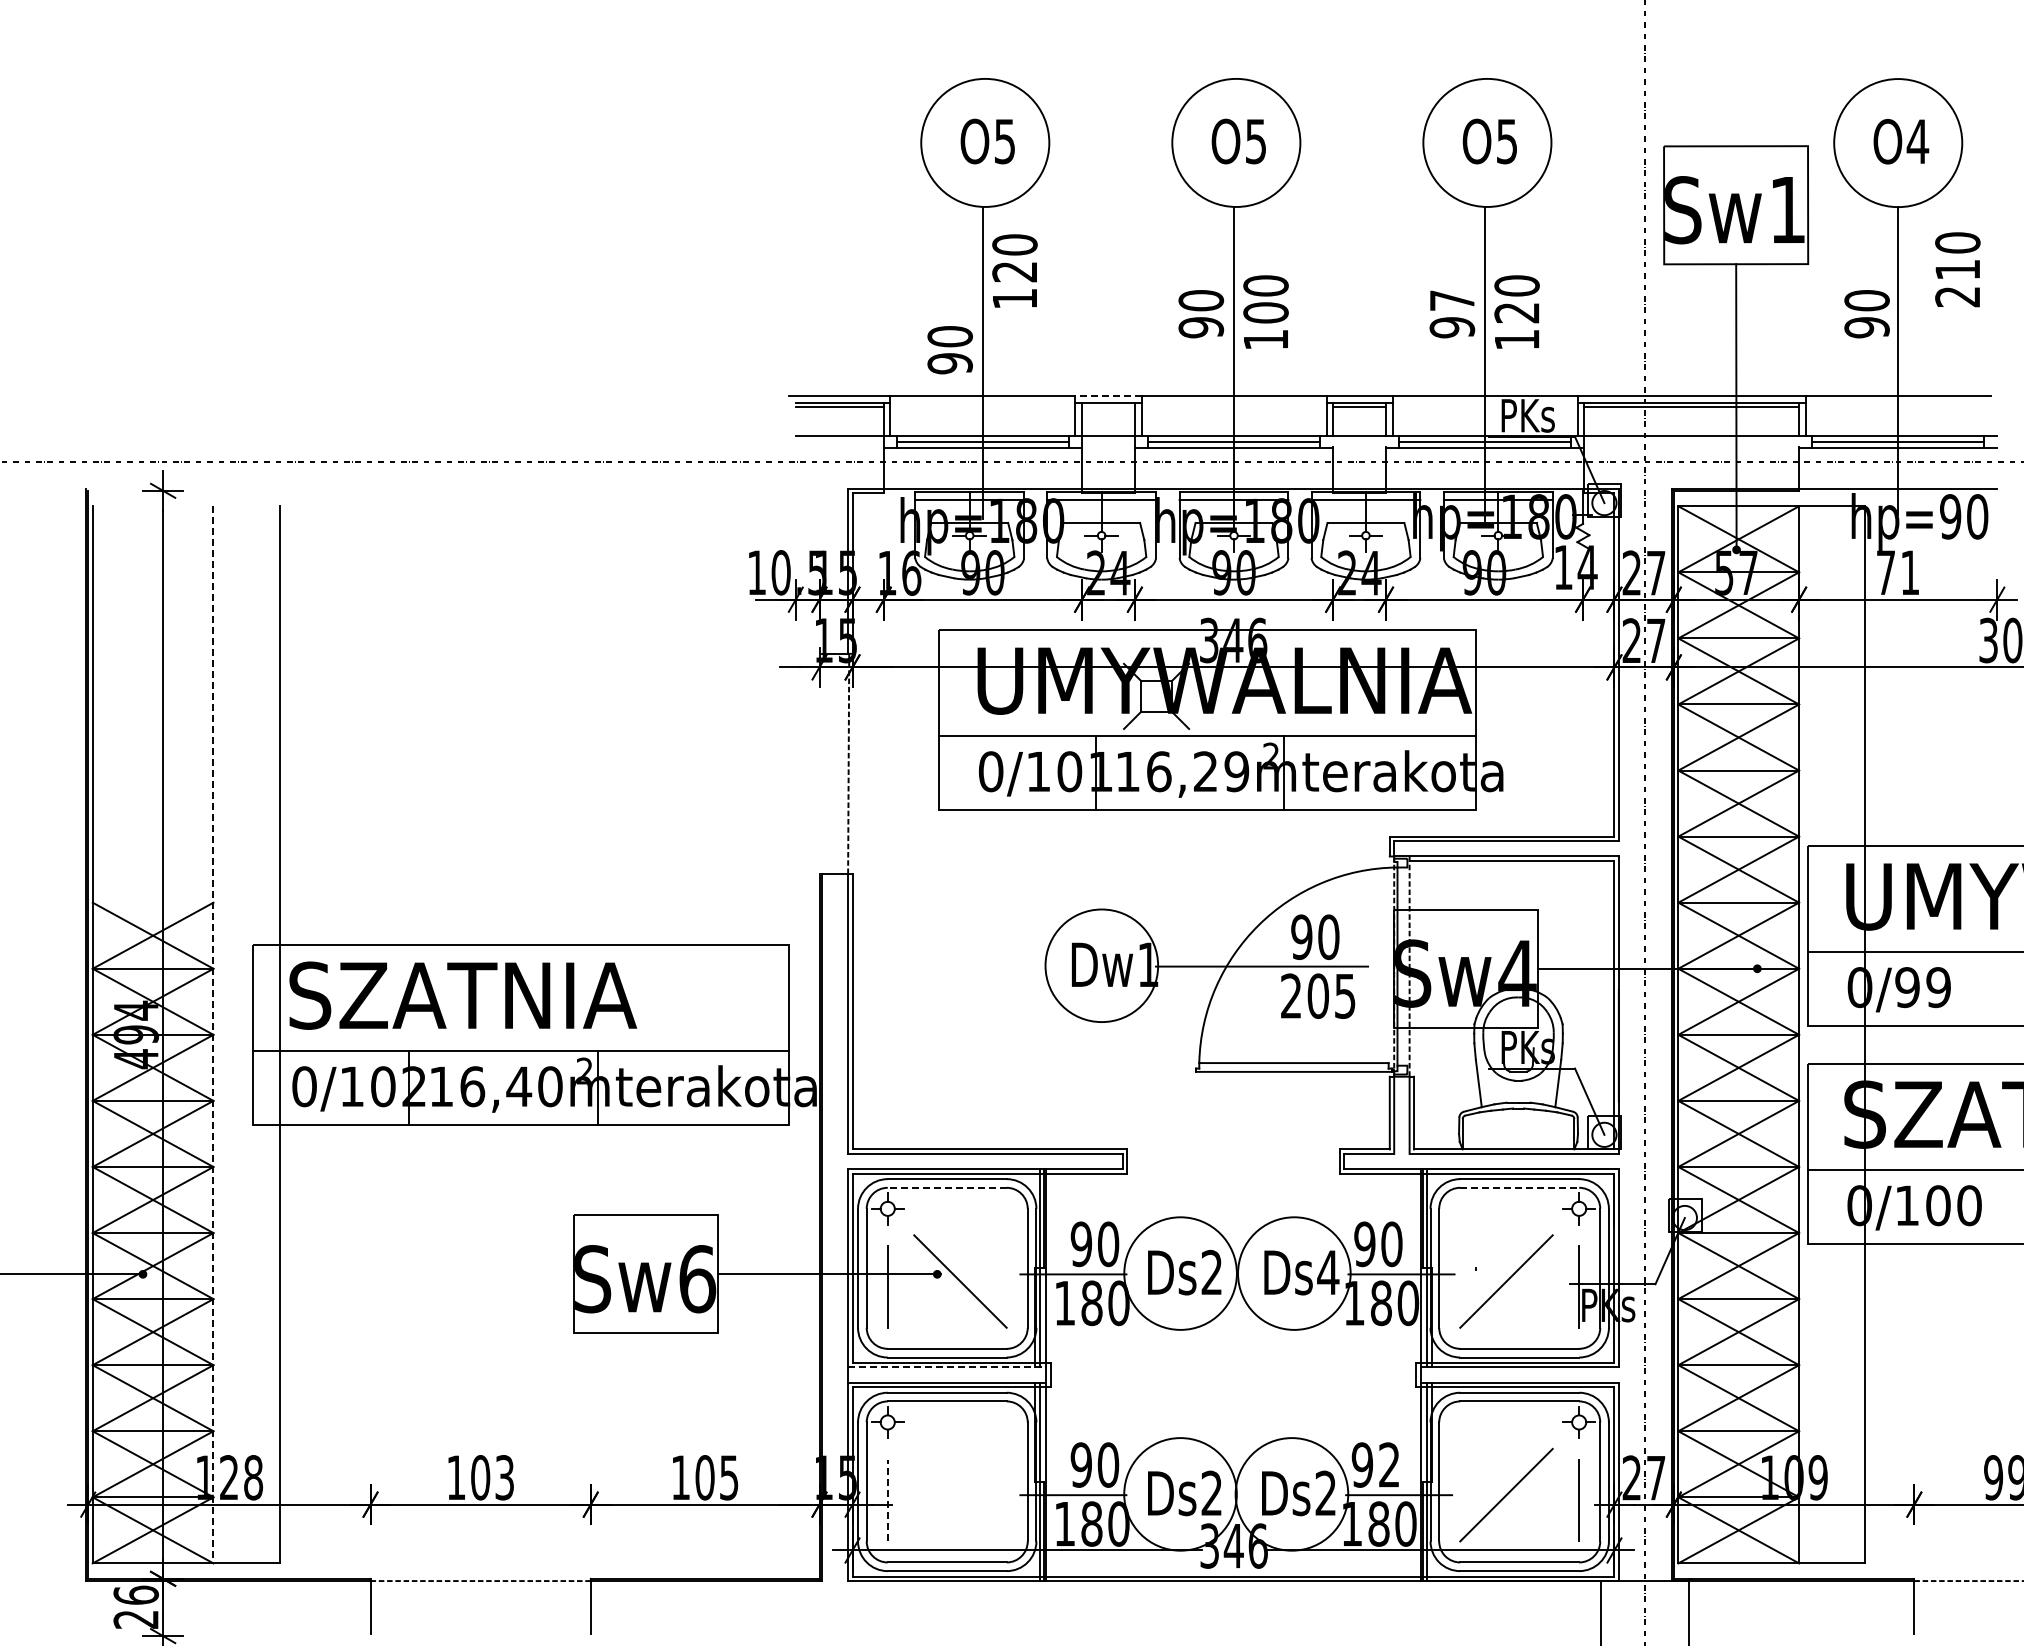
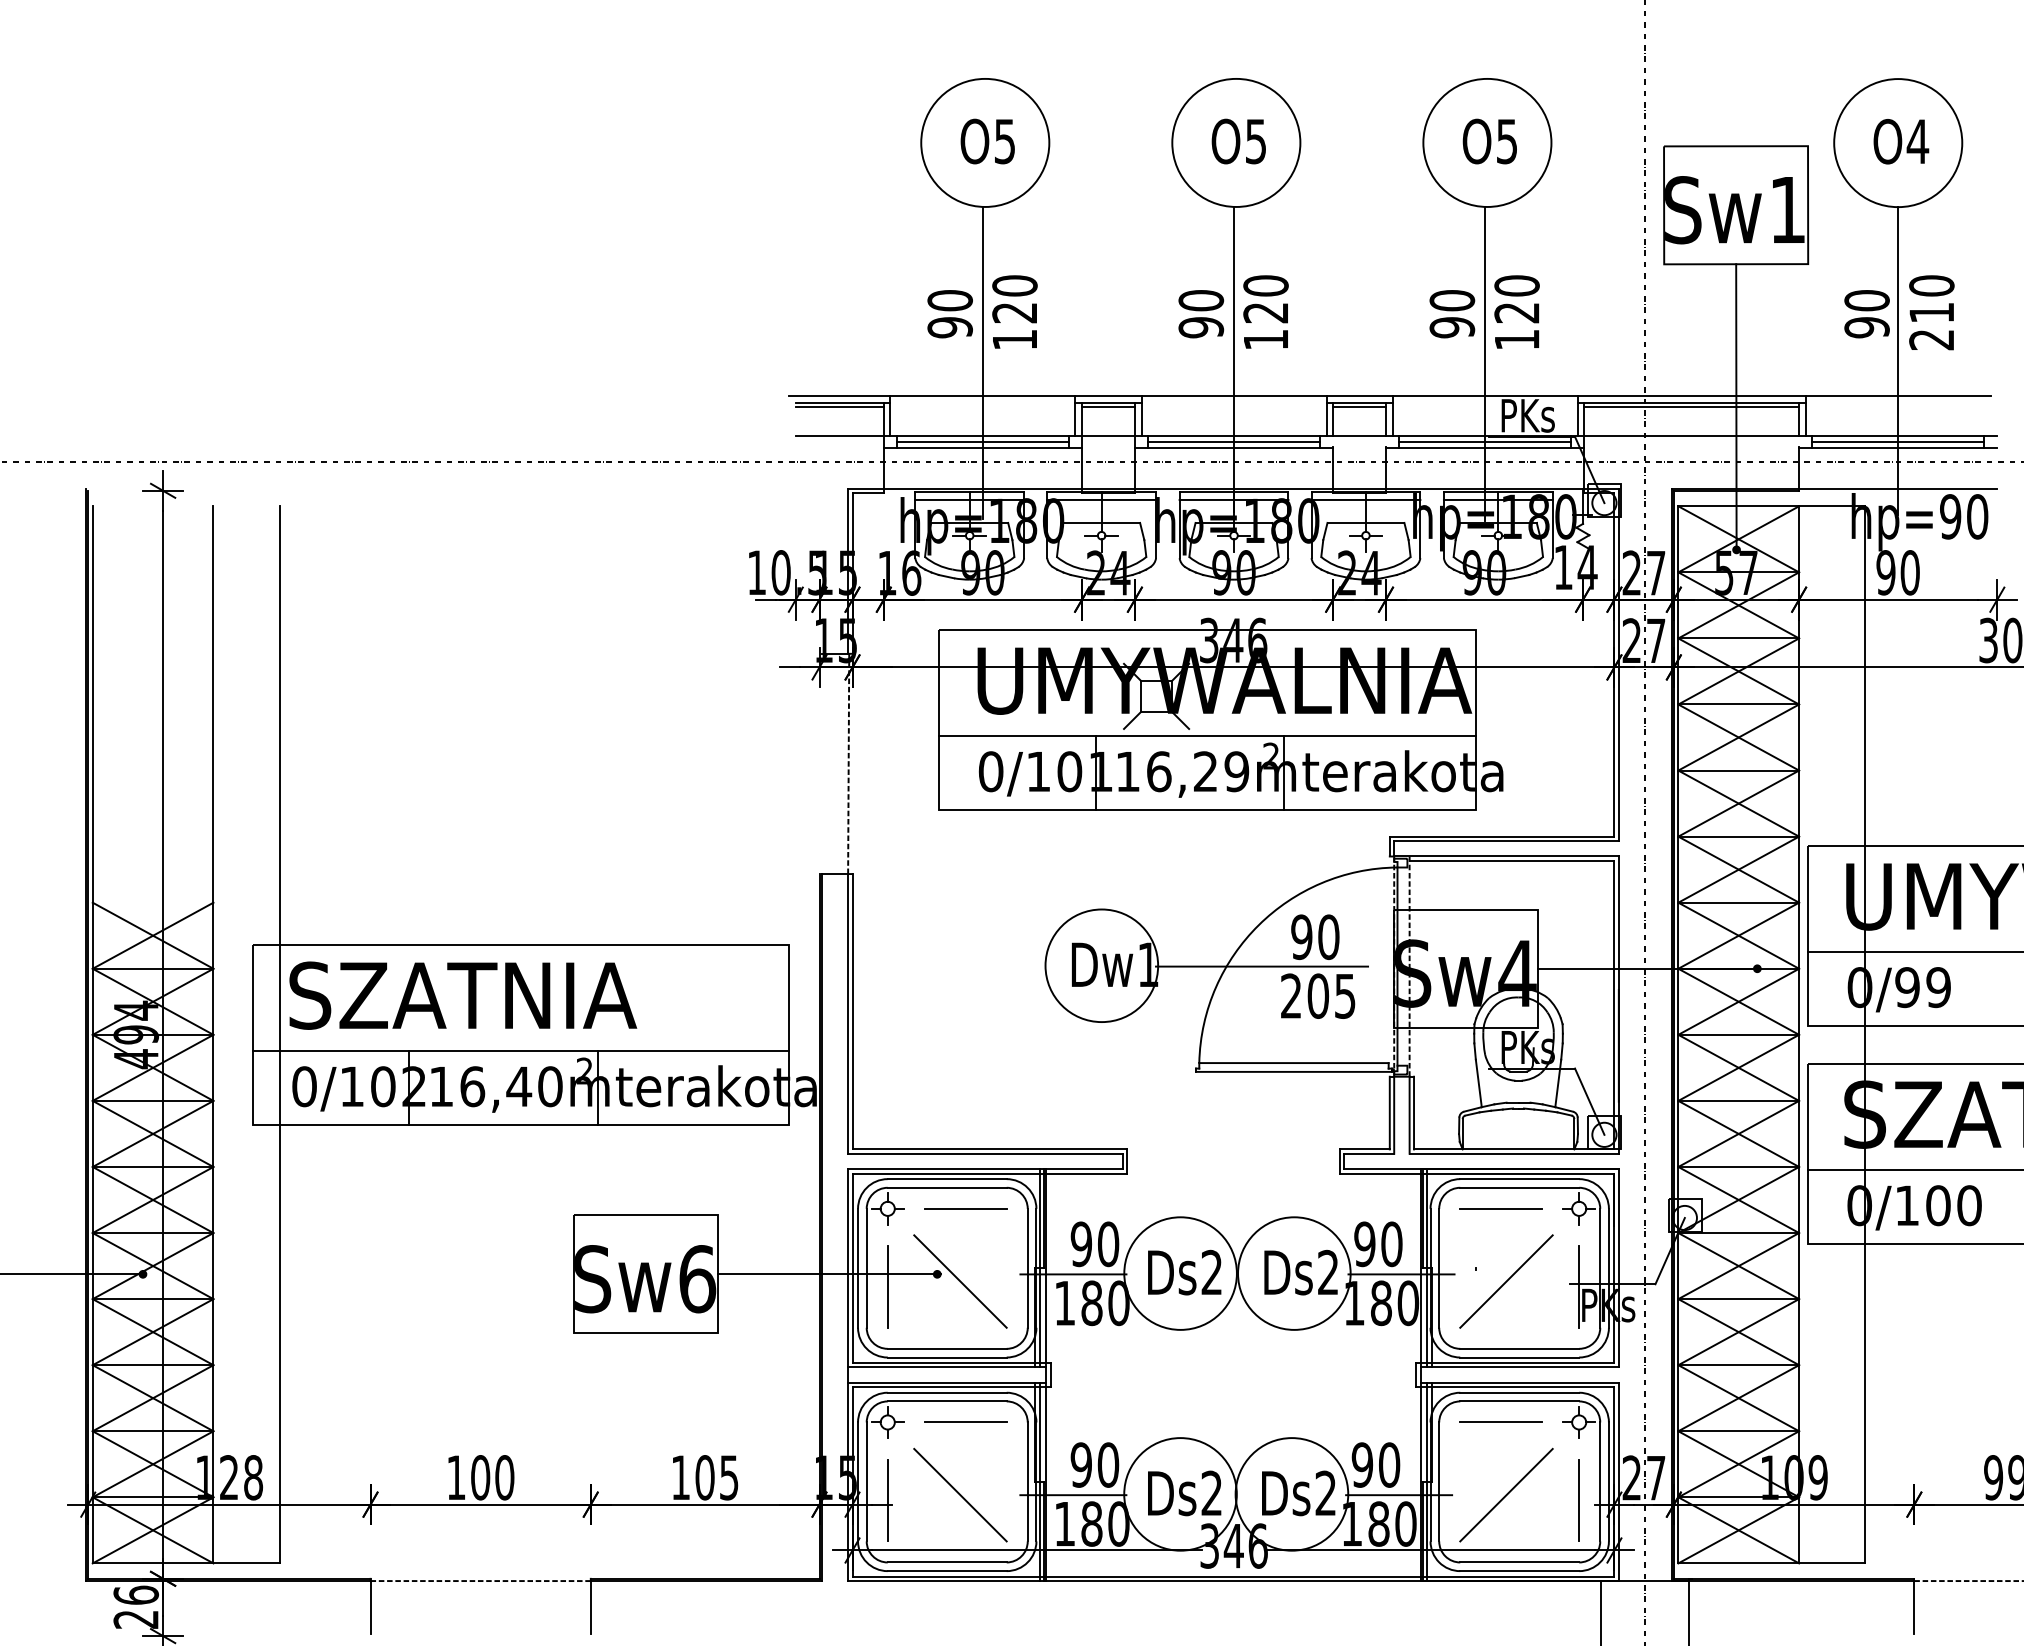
text at (1957, 269) position: (1957, 269) -> (1931, 312)
text at (1014, 270) position: (1014, 270) -> (1014, 311)
text at (1452, 300): 97 -> 90
text at (1265, 312): 100 -> 120
text at (949, 350) position: (949, 350) -> (949, 314)
line at (1108, 396): dashed -> solid
line at (1108, 407): none -> present
text at (1897, 572): 71 -> 90
line at (213, 1034): dashed -> solid
line at (946, 1187): dashed -> solid
line at (1520, 1187): dashed -> solid
line at (965, 1208): none -> present
line at (1500, 1208): none -> present
text at (1328, 1271): Ds4 -> Ds2
line at (947, 1367): dashed -> solid
line at (965, 1422): none -> present
line at (1500, 1422): none -> present
text at (1389, 1464): 92 -> 90
text at (504, 1477): 103 -> 100
line at (960, 1494): none -> present
line at (887, 1500): dashed -> solid
